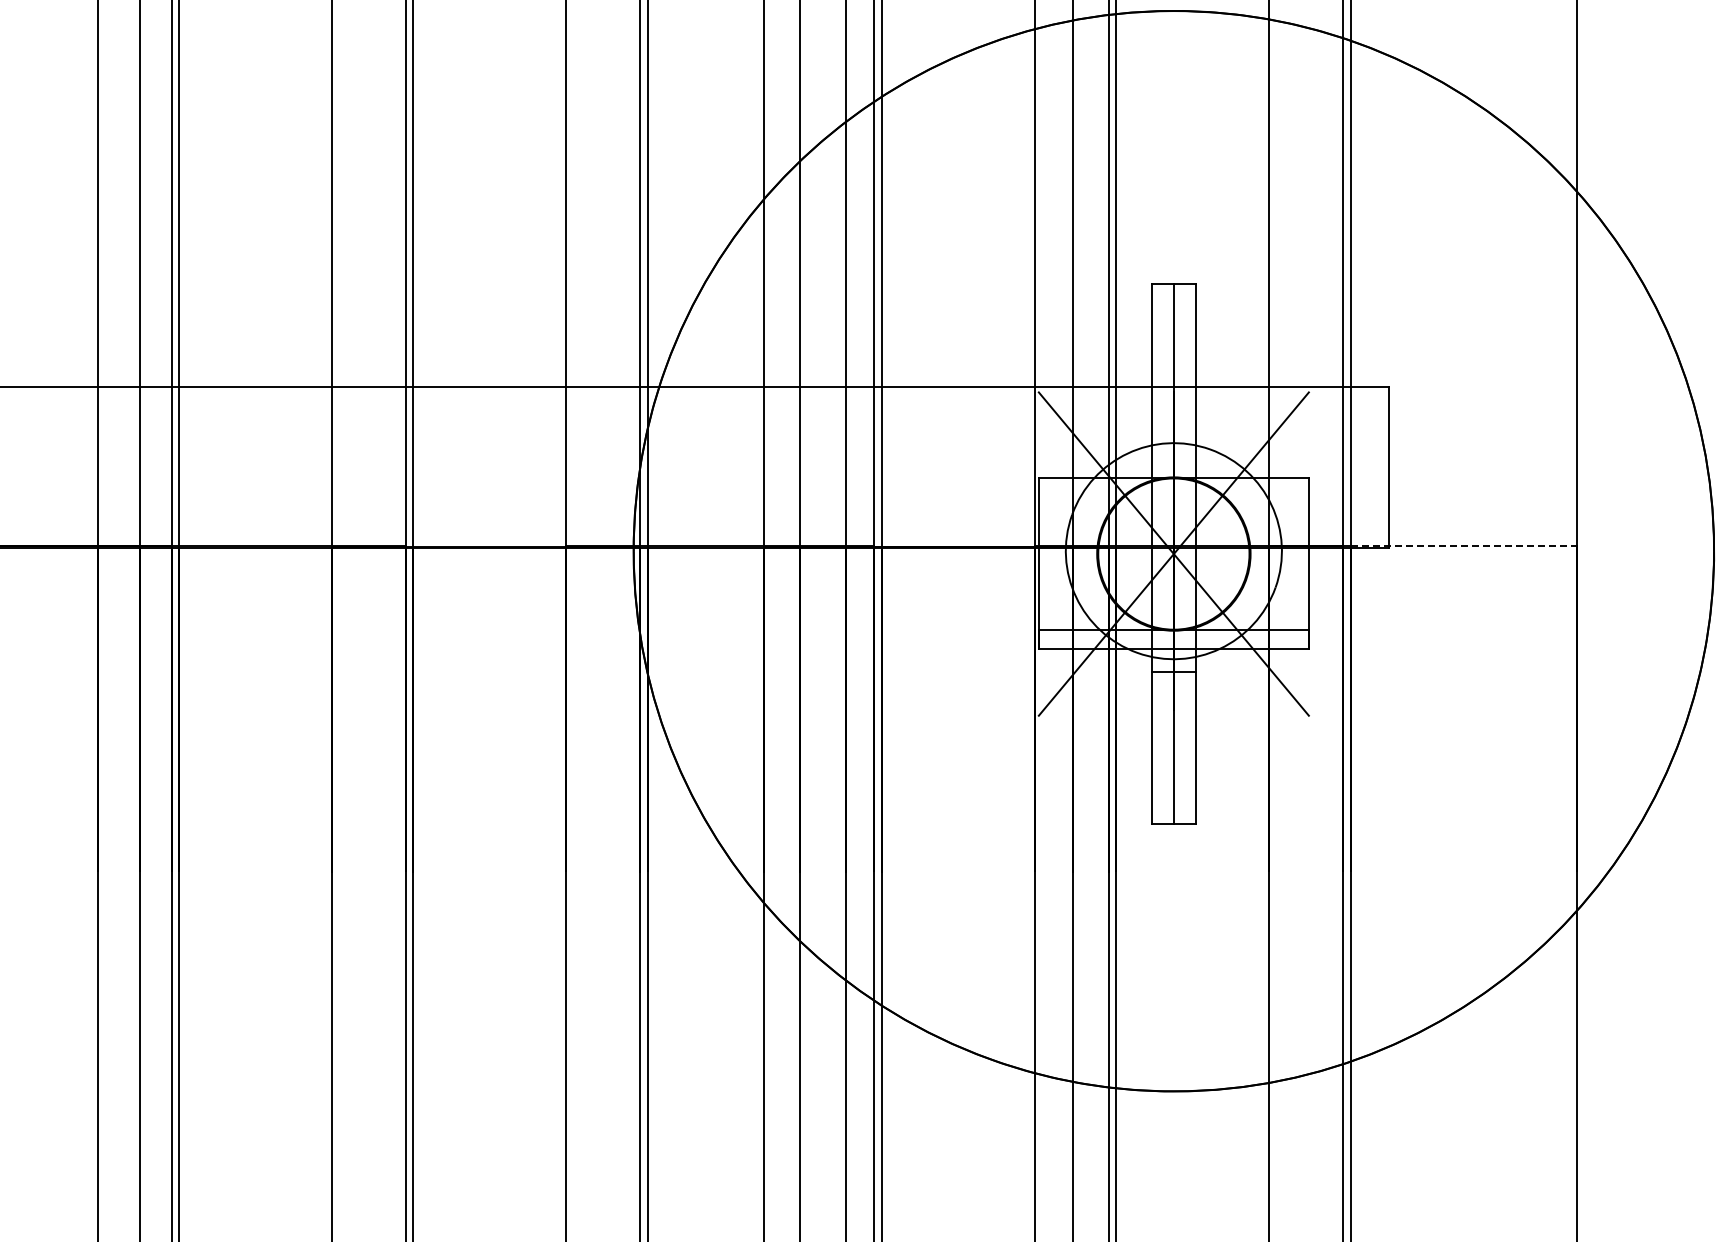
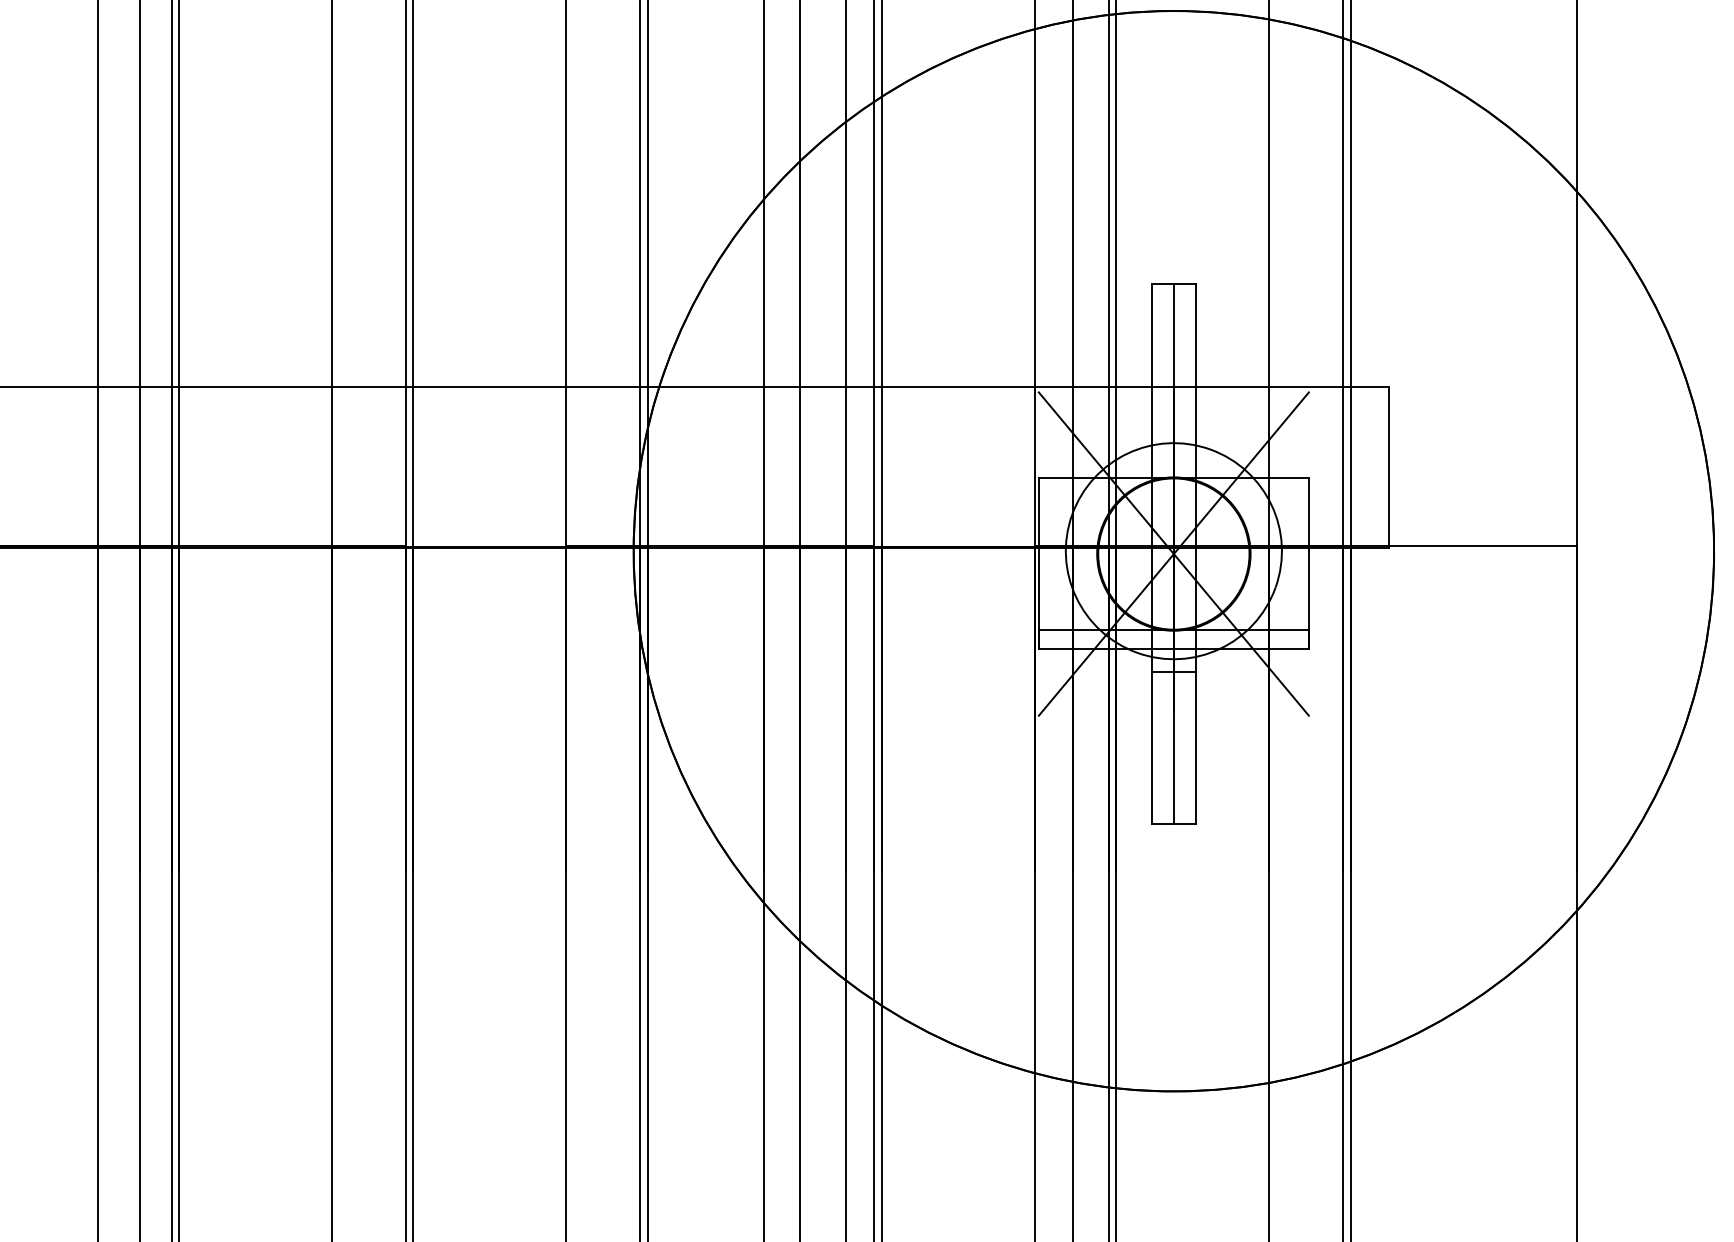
line at (1464, 546): dashed -> solid
